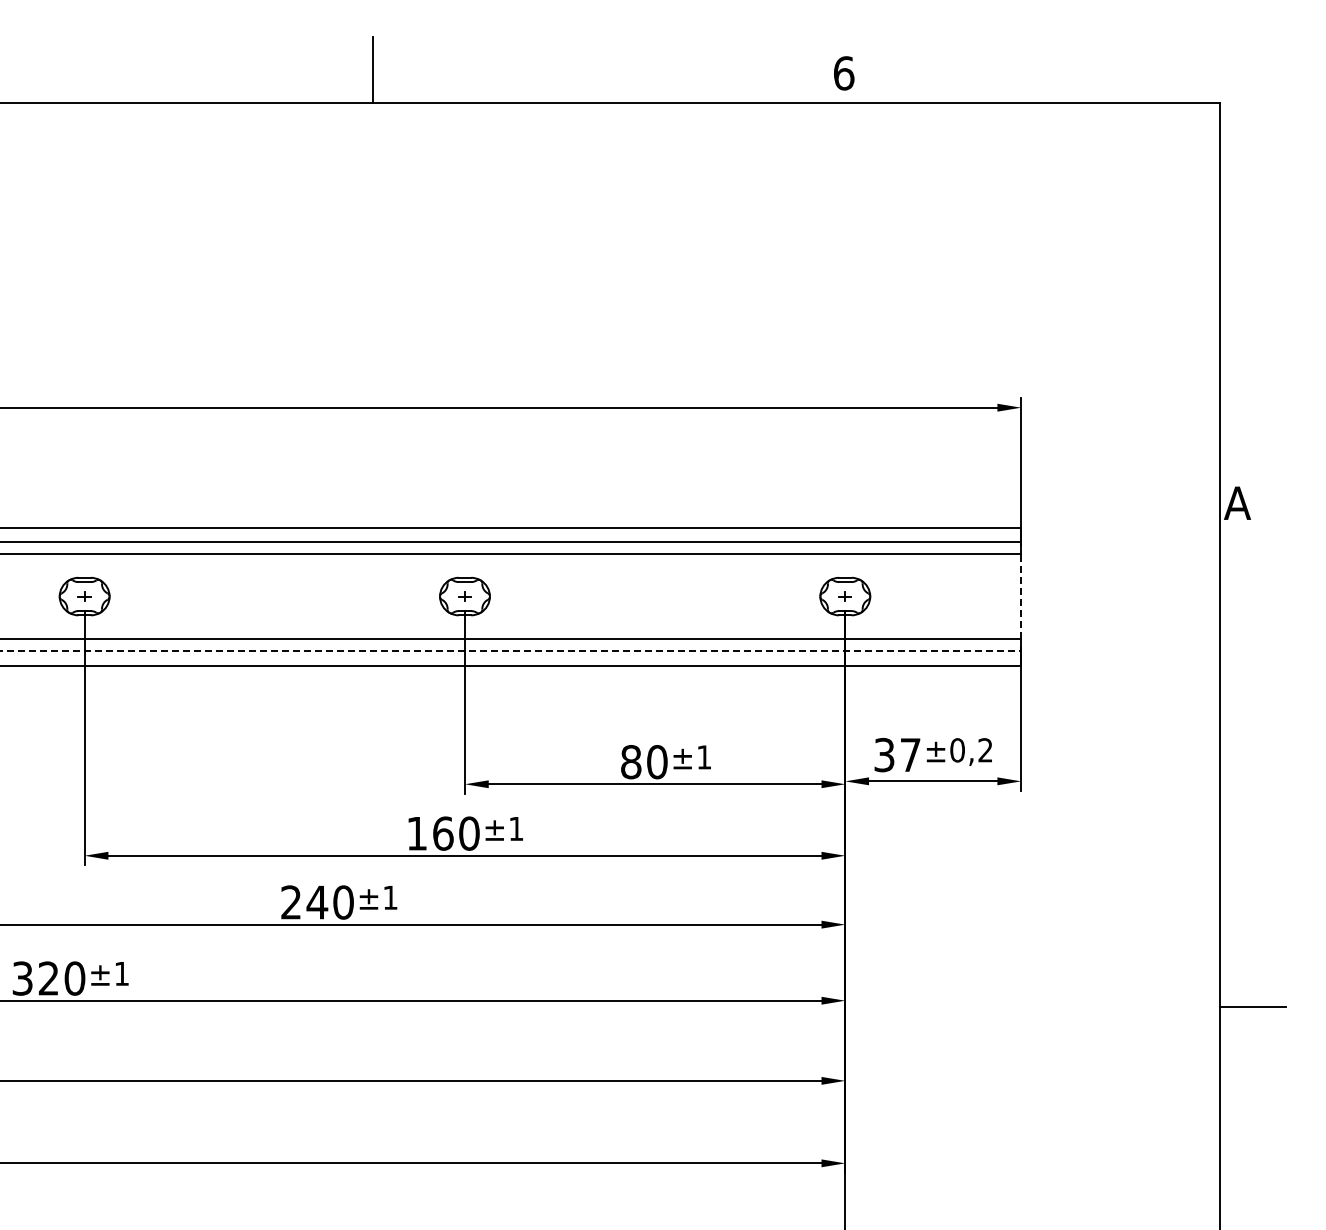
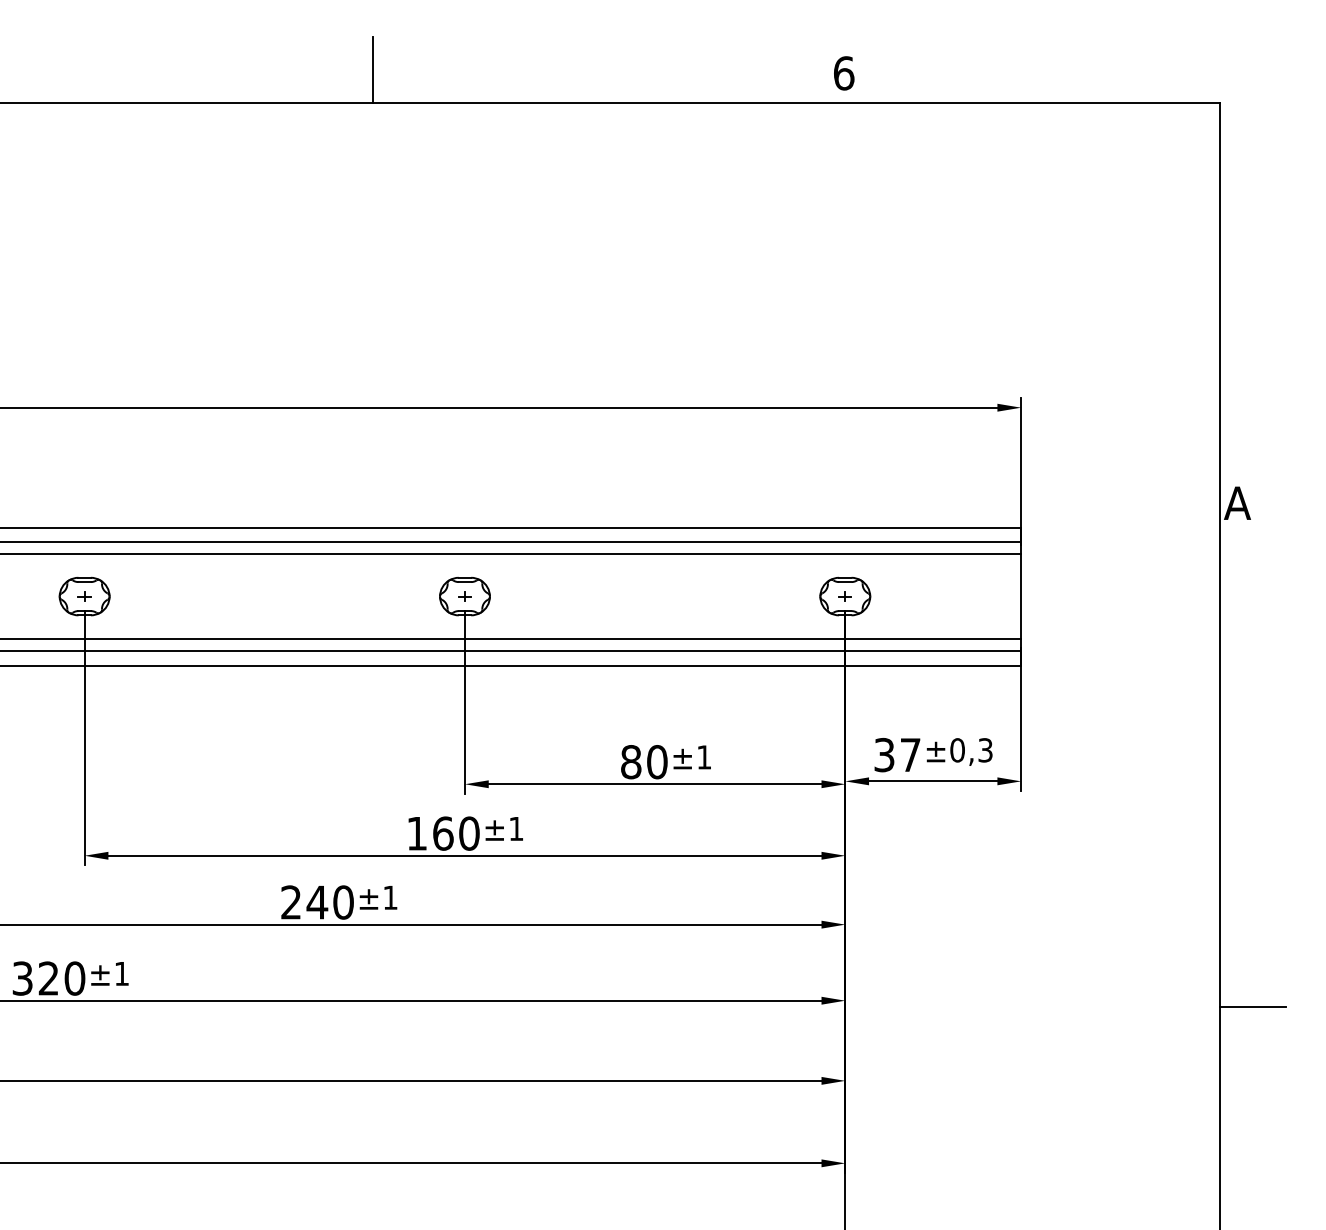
line at (1021, 596): dashed -> solid
line at (511, 650): dashed -> solid
text at (985, 750): ±0,2 -> ±0,3
